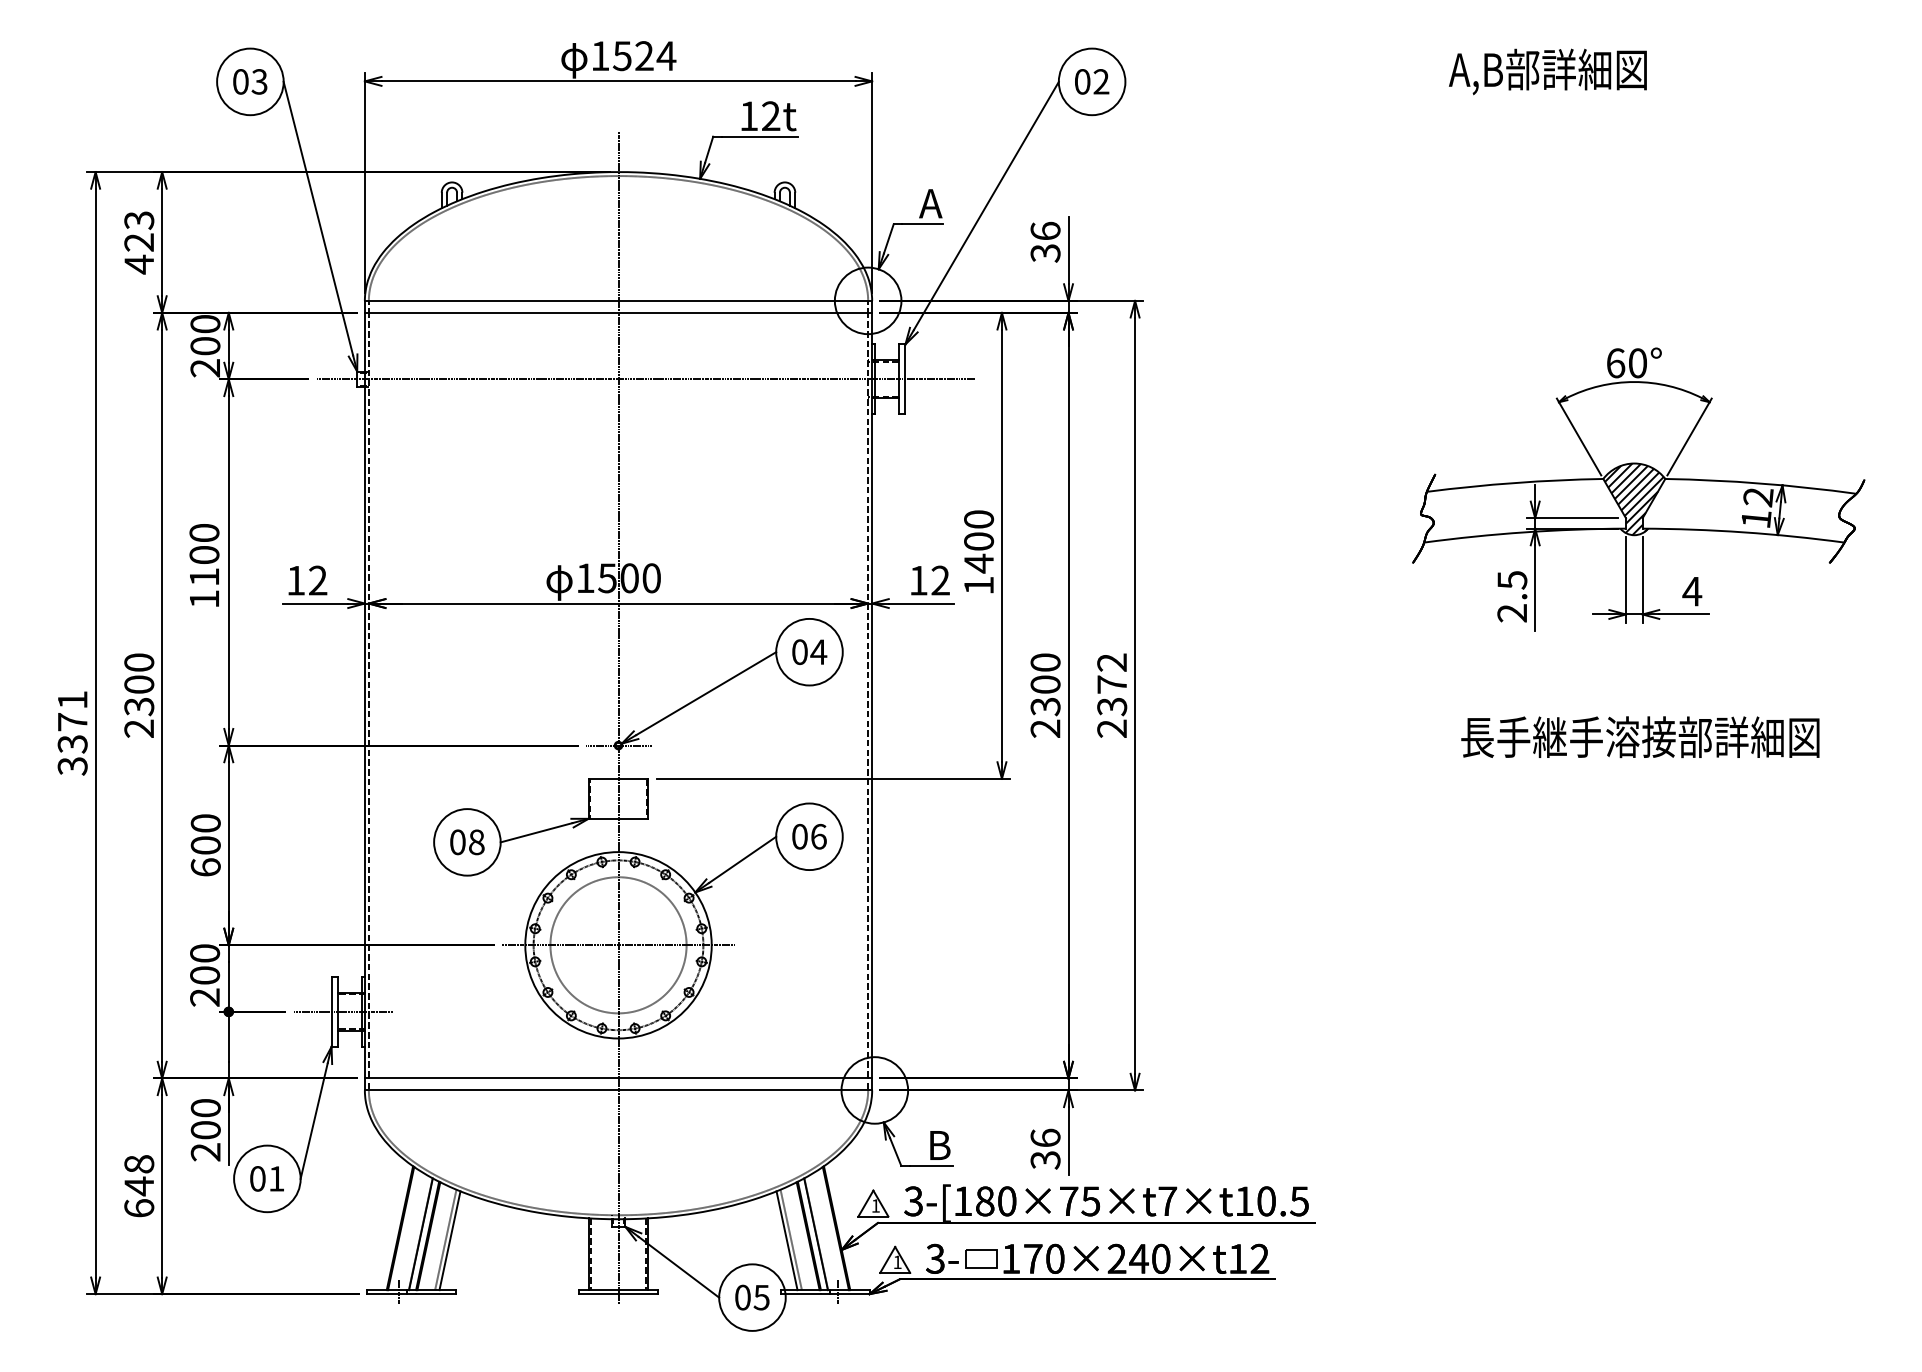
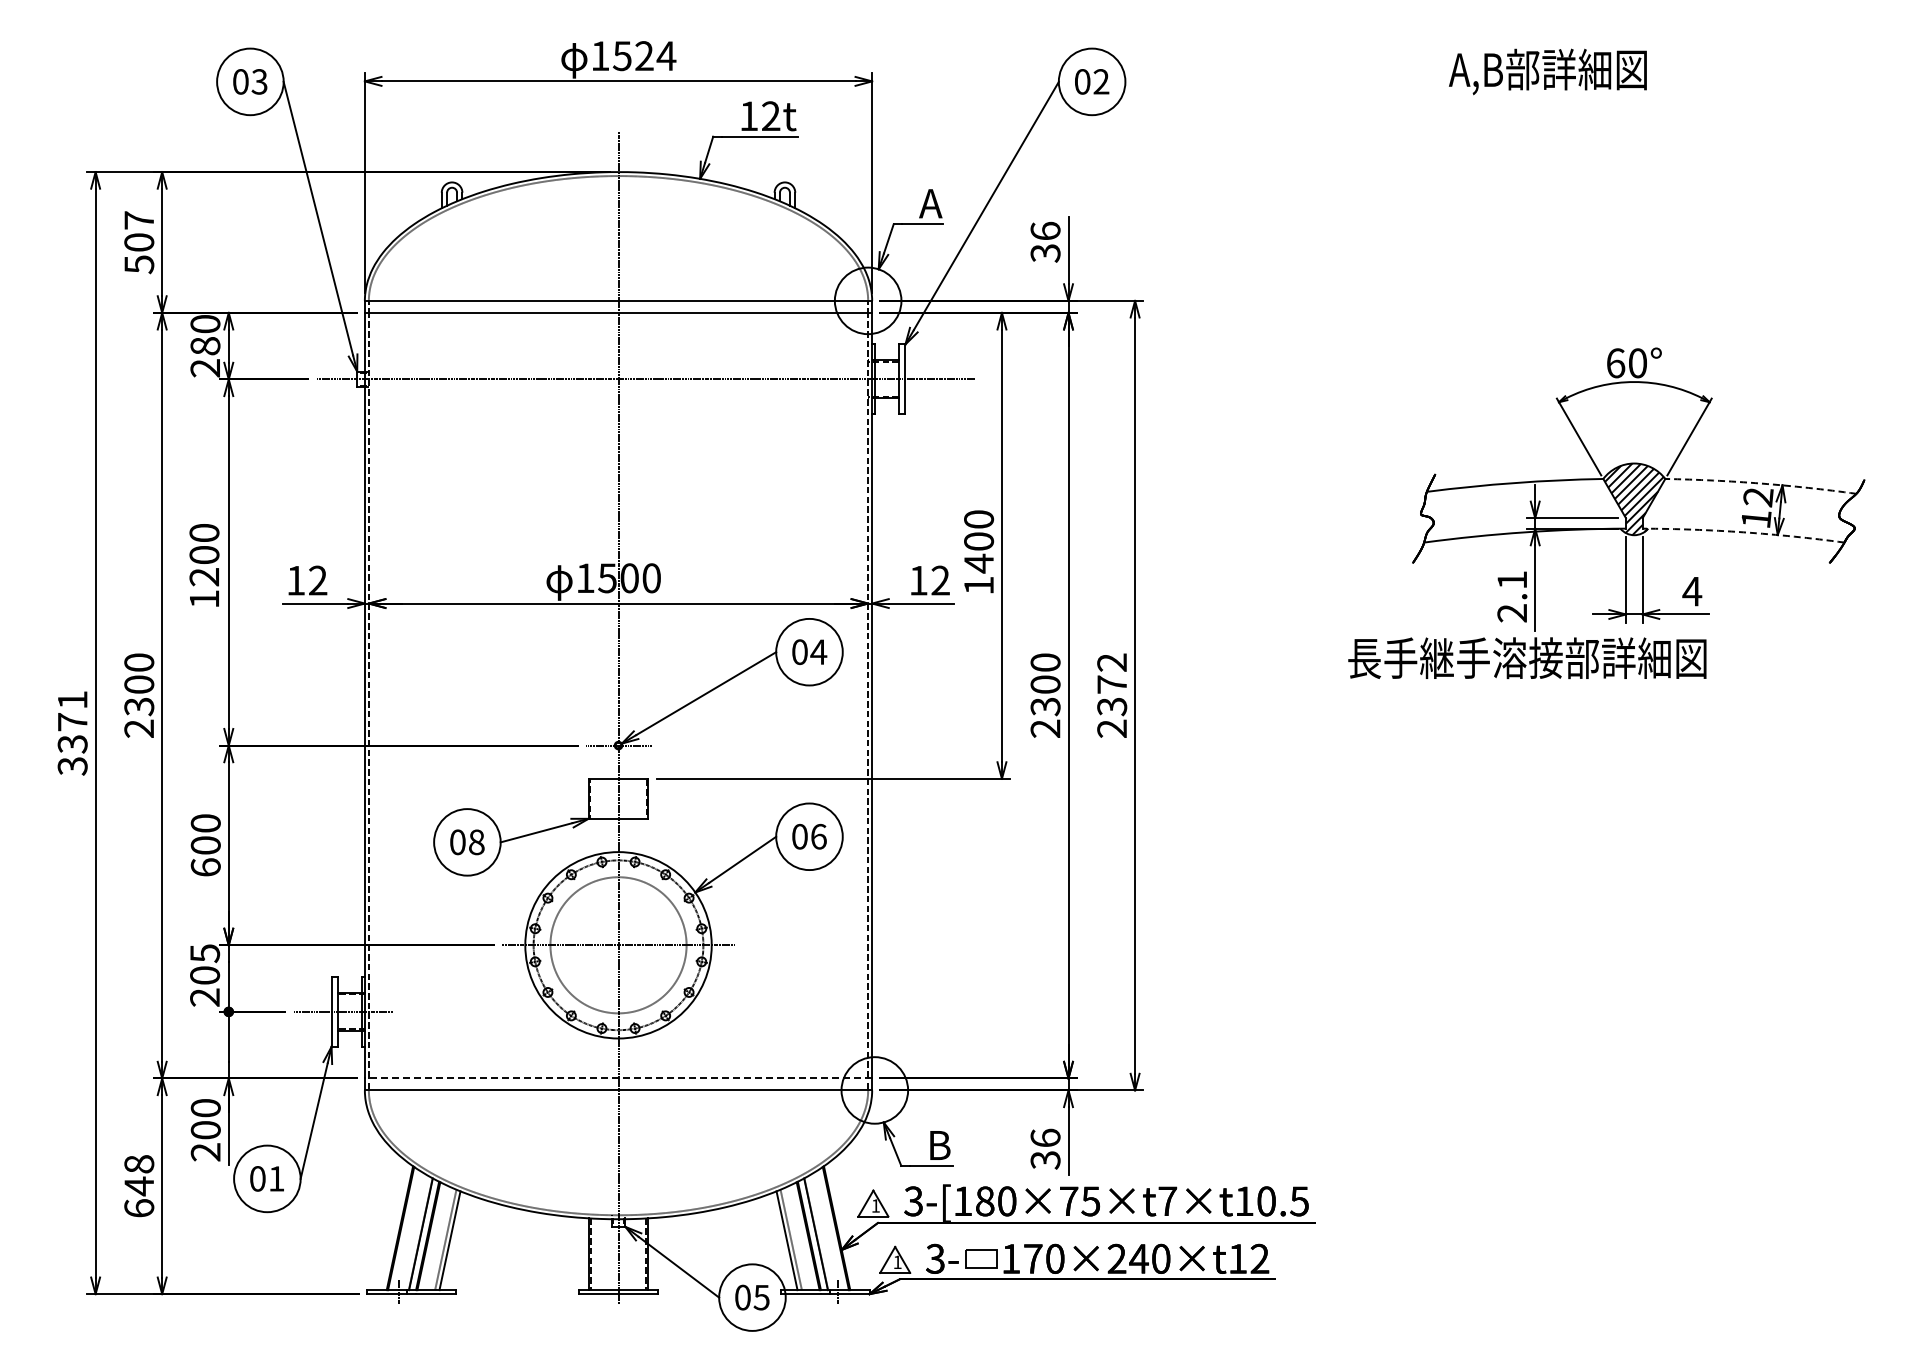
text at (139, 242): 423 -> 507
text at (205, 346): 200 -> 280
arc at (1761, 483): solid -> dashed
arc at (1743, 532): solid -> dashed
text at (203, 577): 1100 -> 1200
text at (1512, 580): 2.5 -> 2.1
text at (1640, 737) position: (1640, 737) -> (1527, 658)
text at (205, 953): 200 -> 205
line at (618, 1078): solid -> dashed
